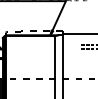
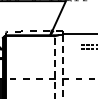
line at (62, 66): solid -> dashed
line at (54, 67): solid -> dashed
